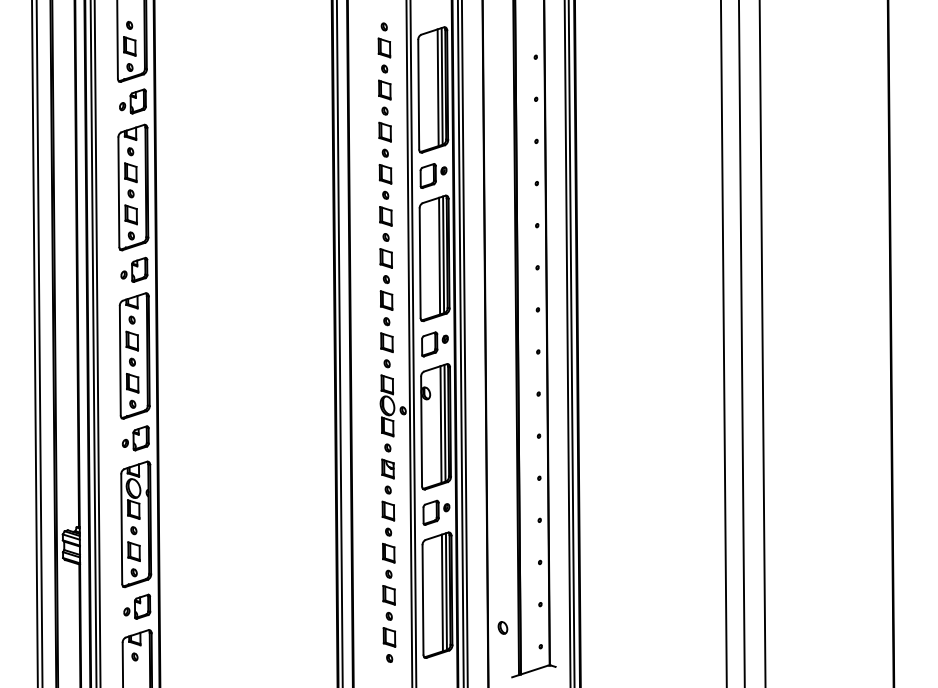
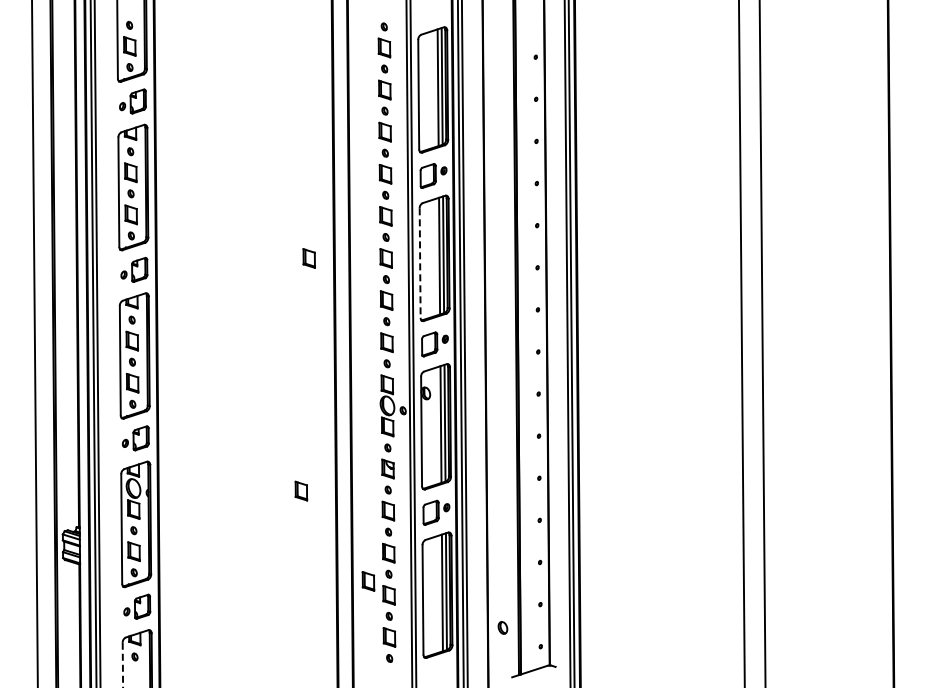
part at (308, 258): none -> present
line at (420, 263): solid -> dashed
line at (39, 343): present -> none
line at (339, 343): present -> none
line at (723, 343): present -> none
part at (301, 490): none -> present
part at (368, 581): none -> present
line at (122, 665): solid -> dashed
